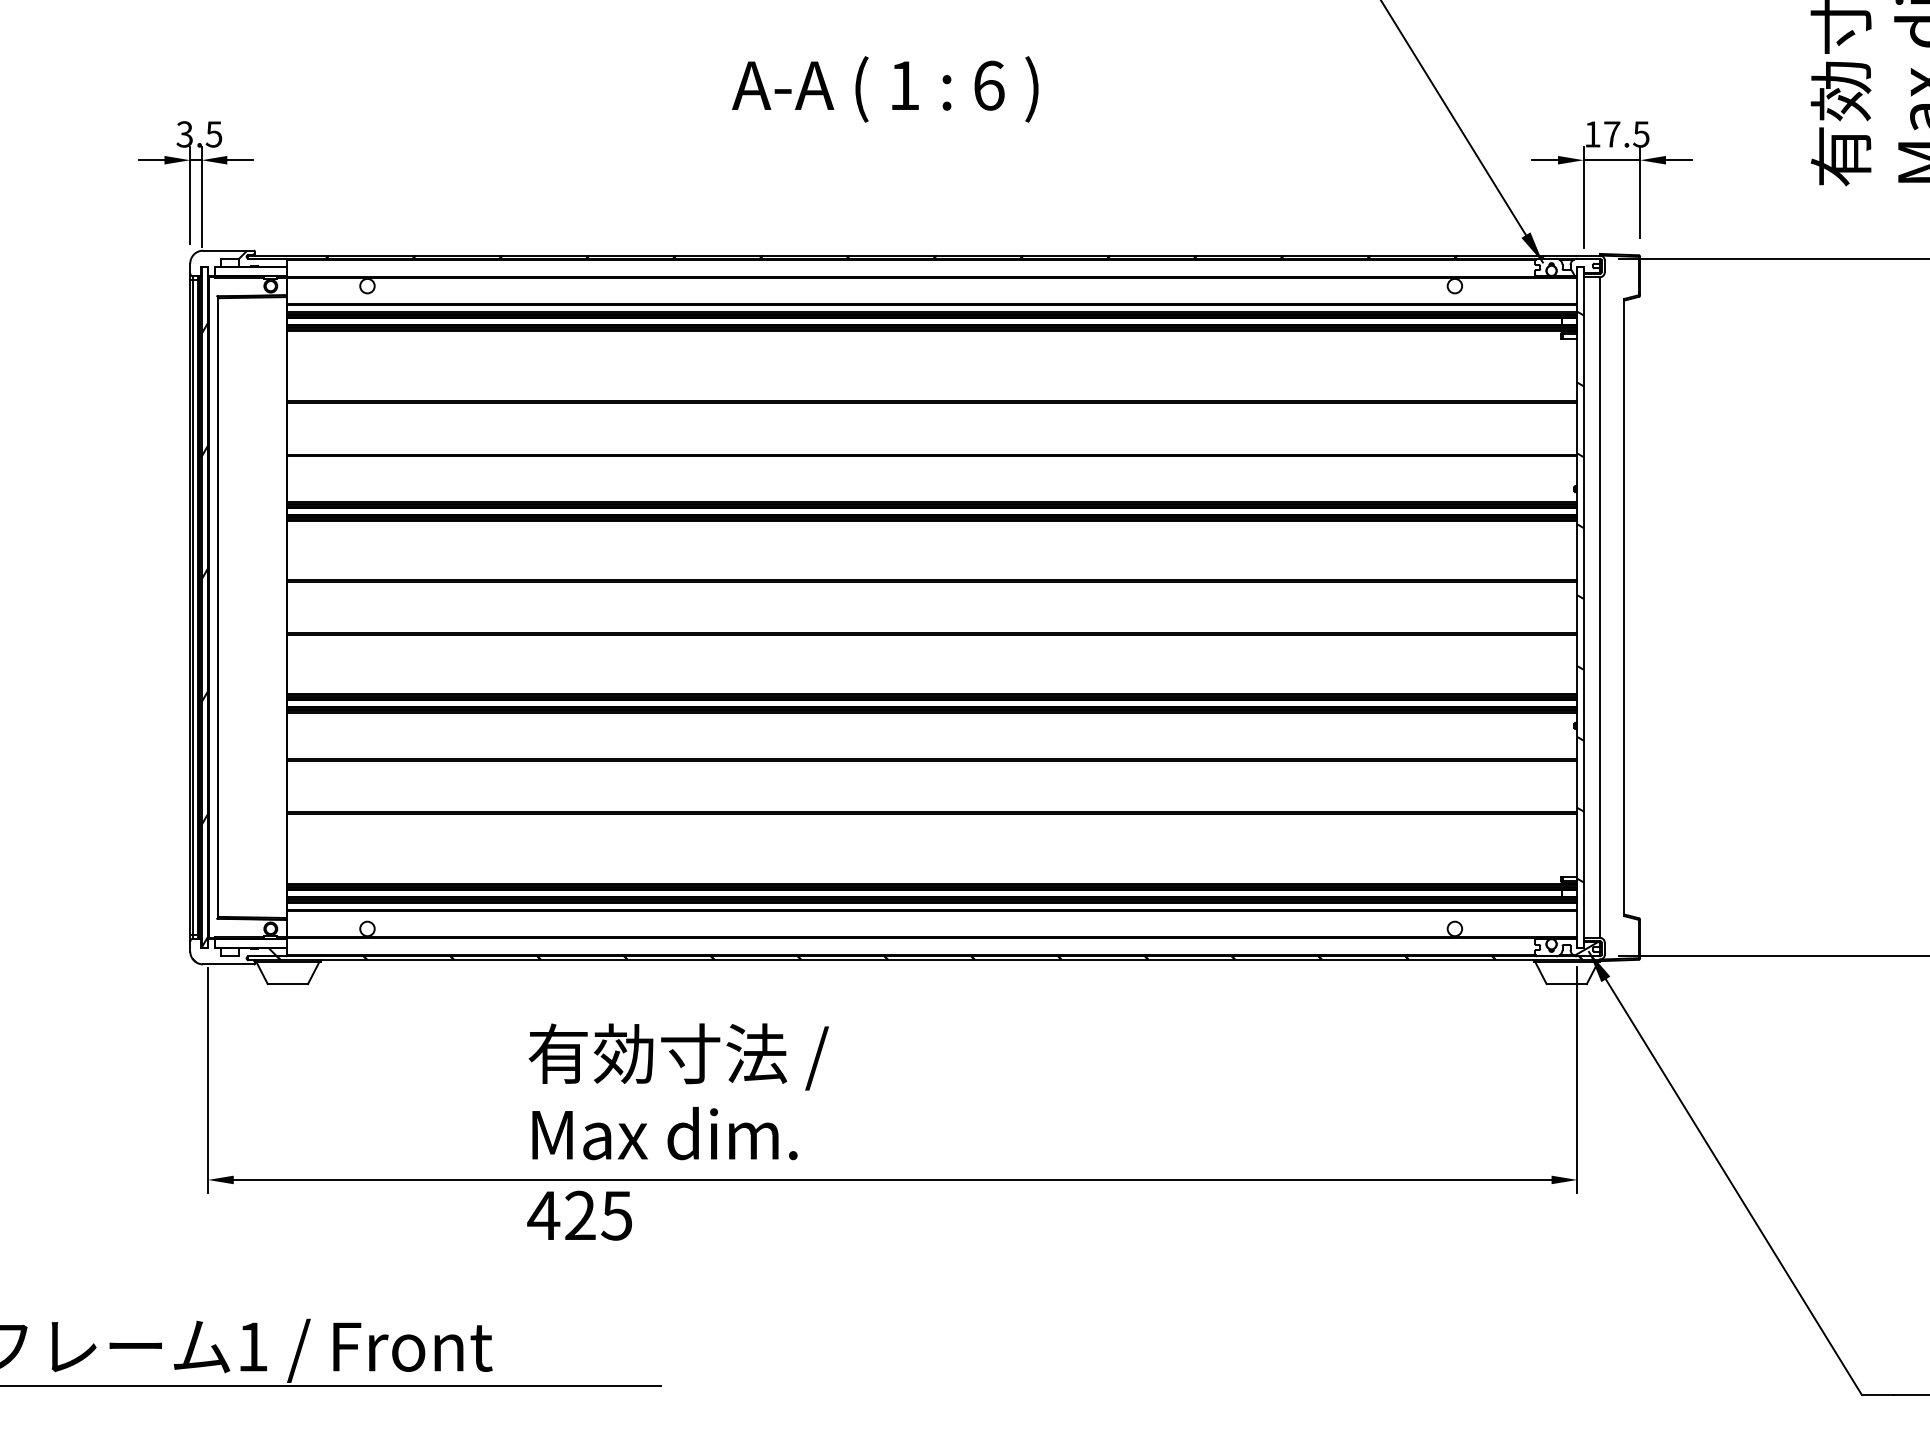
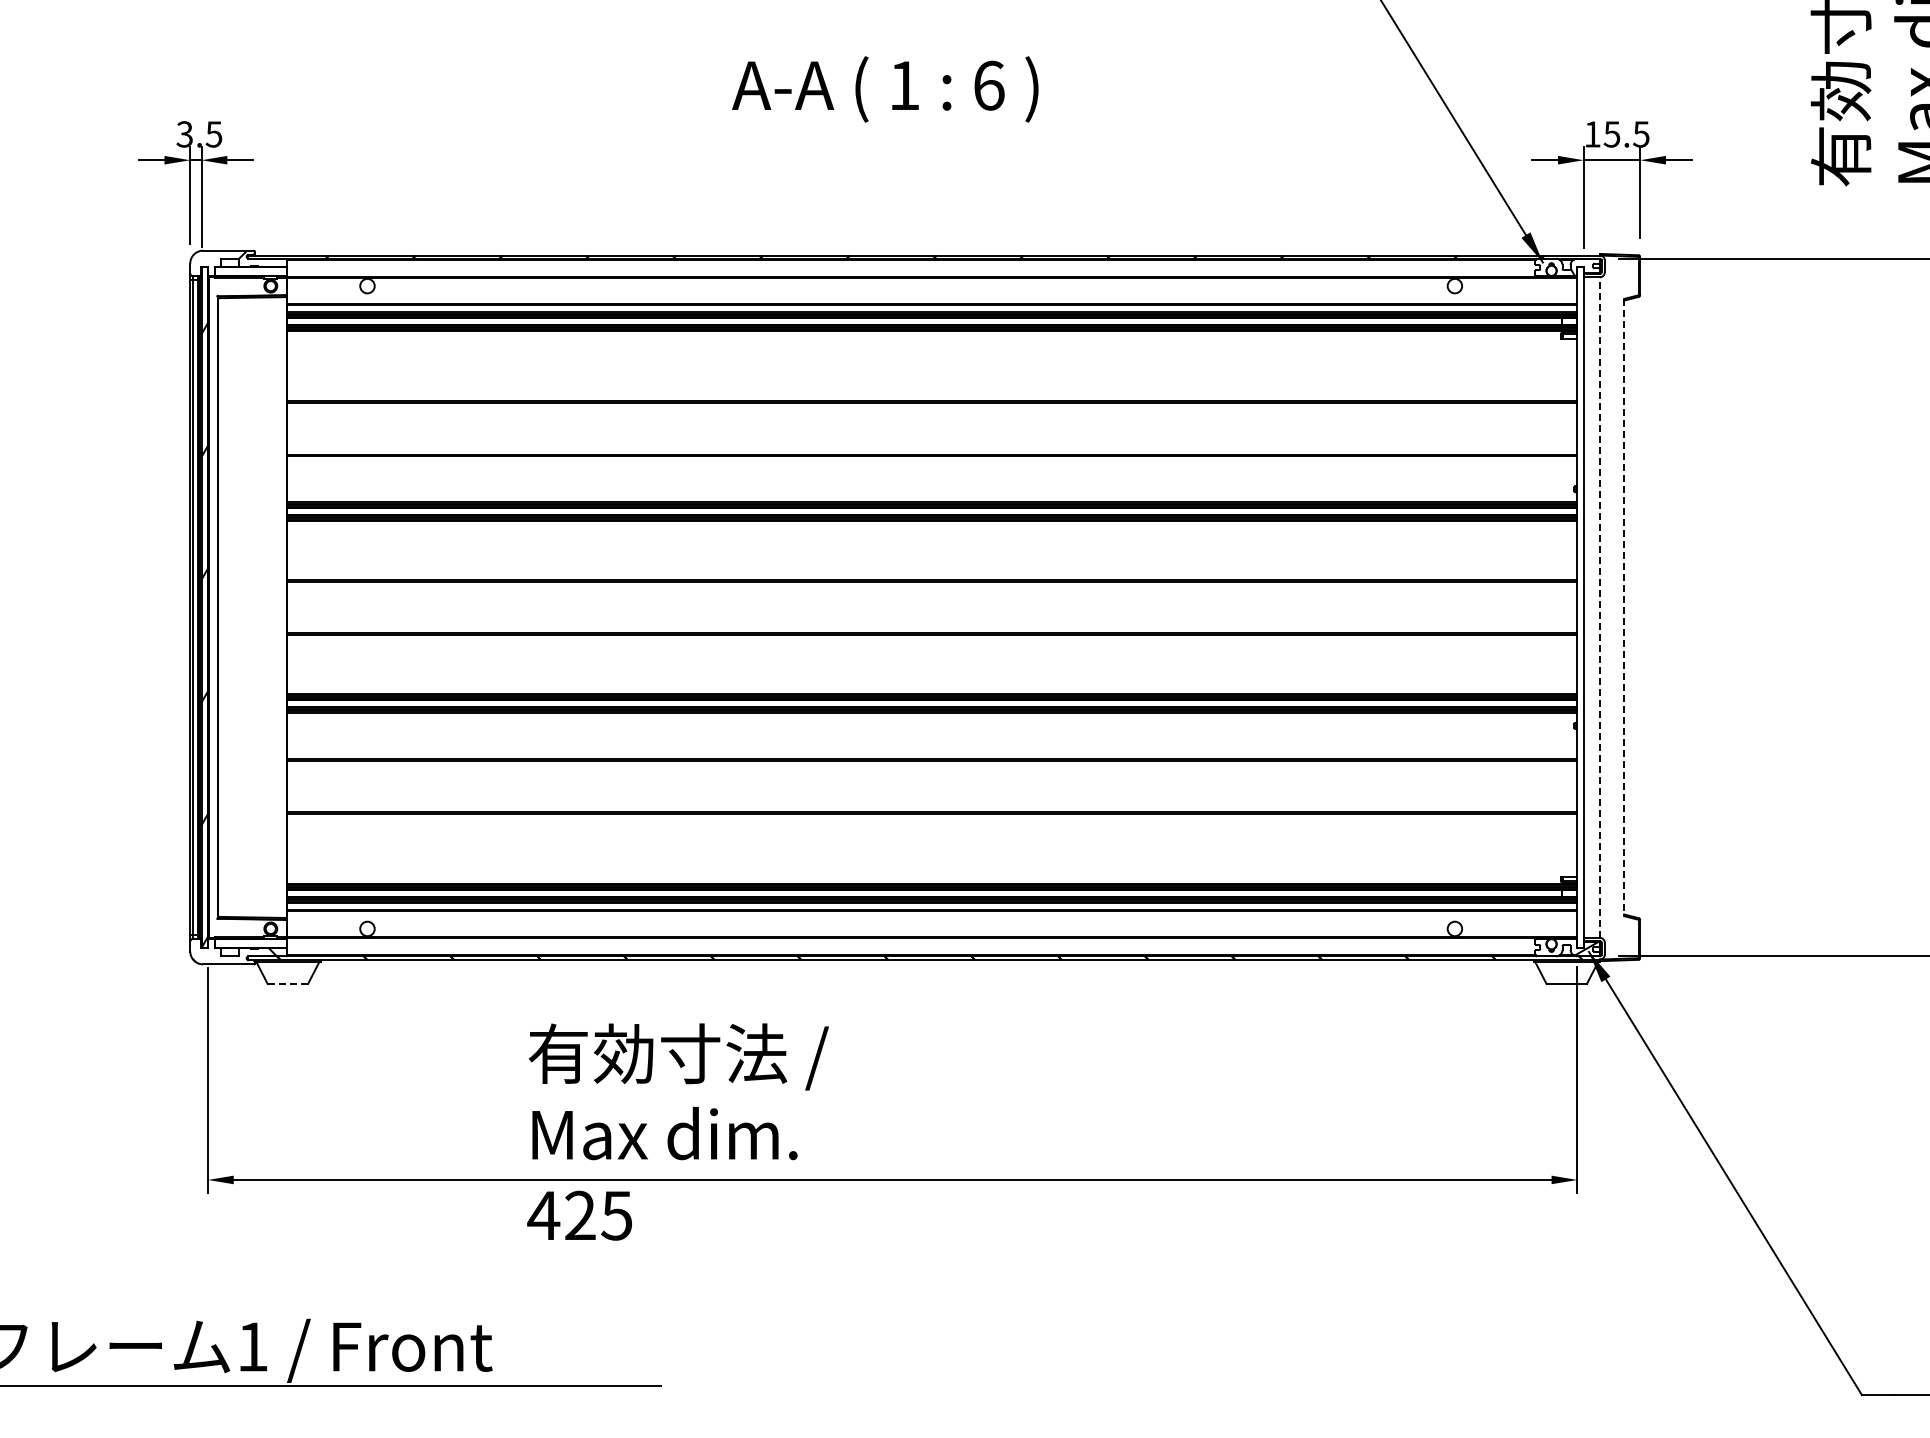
text at (1611, 134): 17.5 -> 15.5
hatch at (1580, 596): present -> none
line at (1599, 607): solid -> dashed
line at (1624, 607): solid -> dashed
line at (288, 984): solid -> dashed
